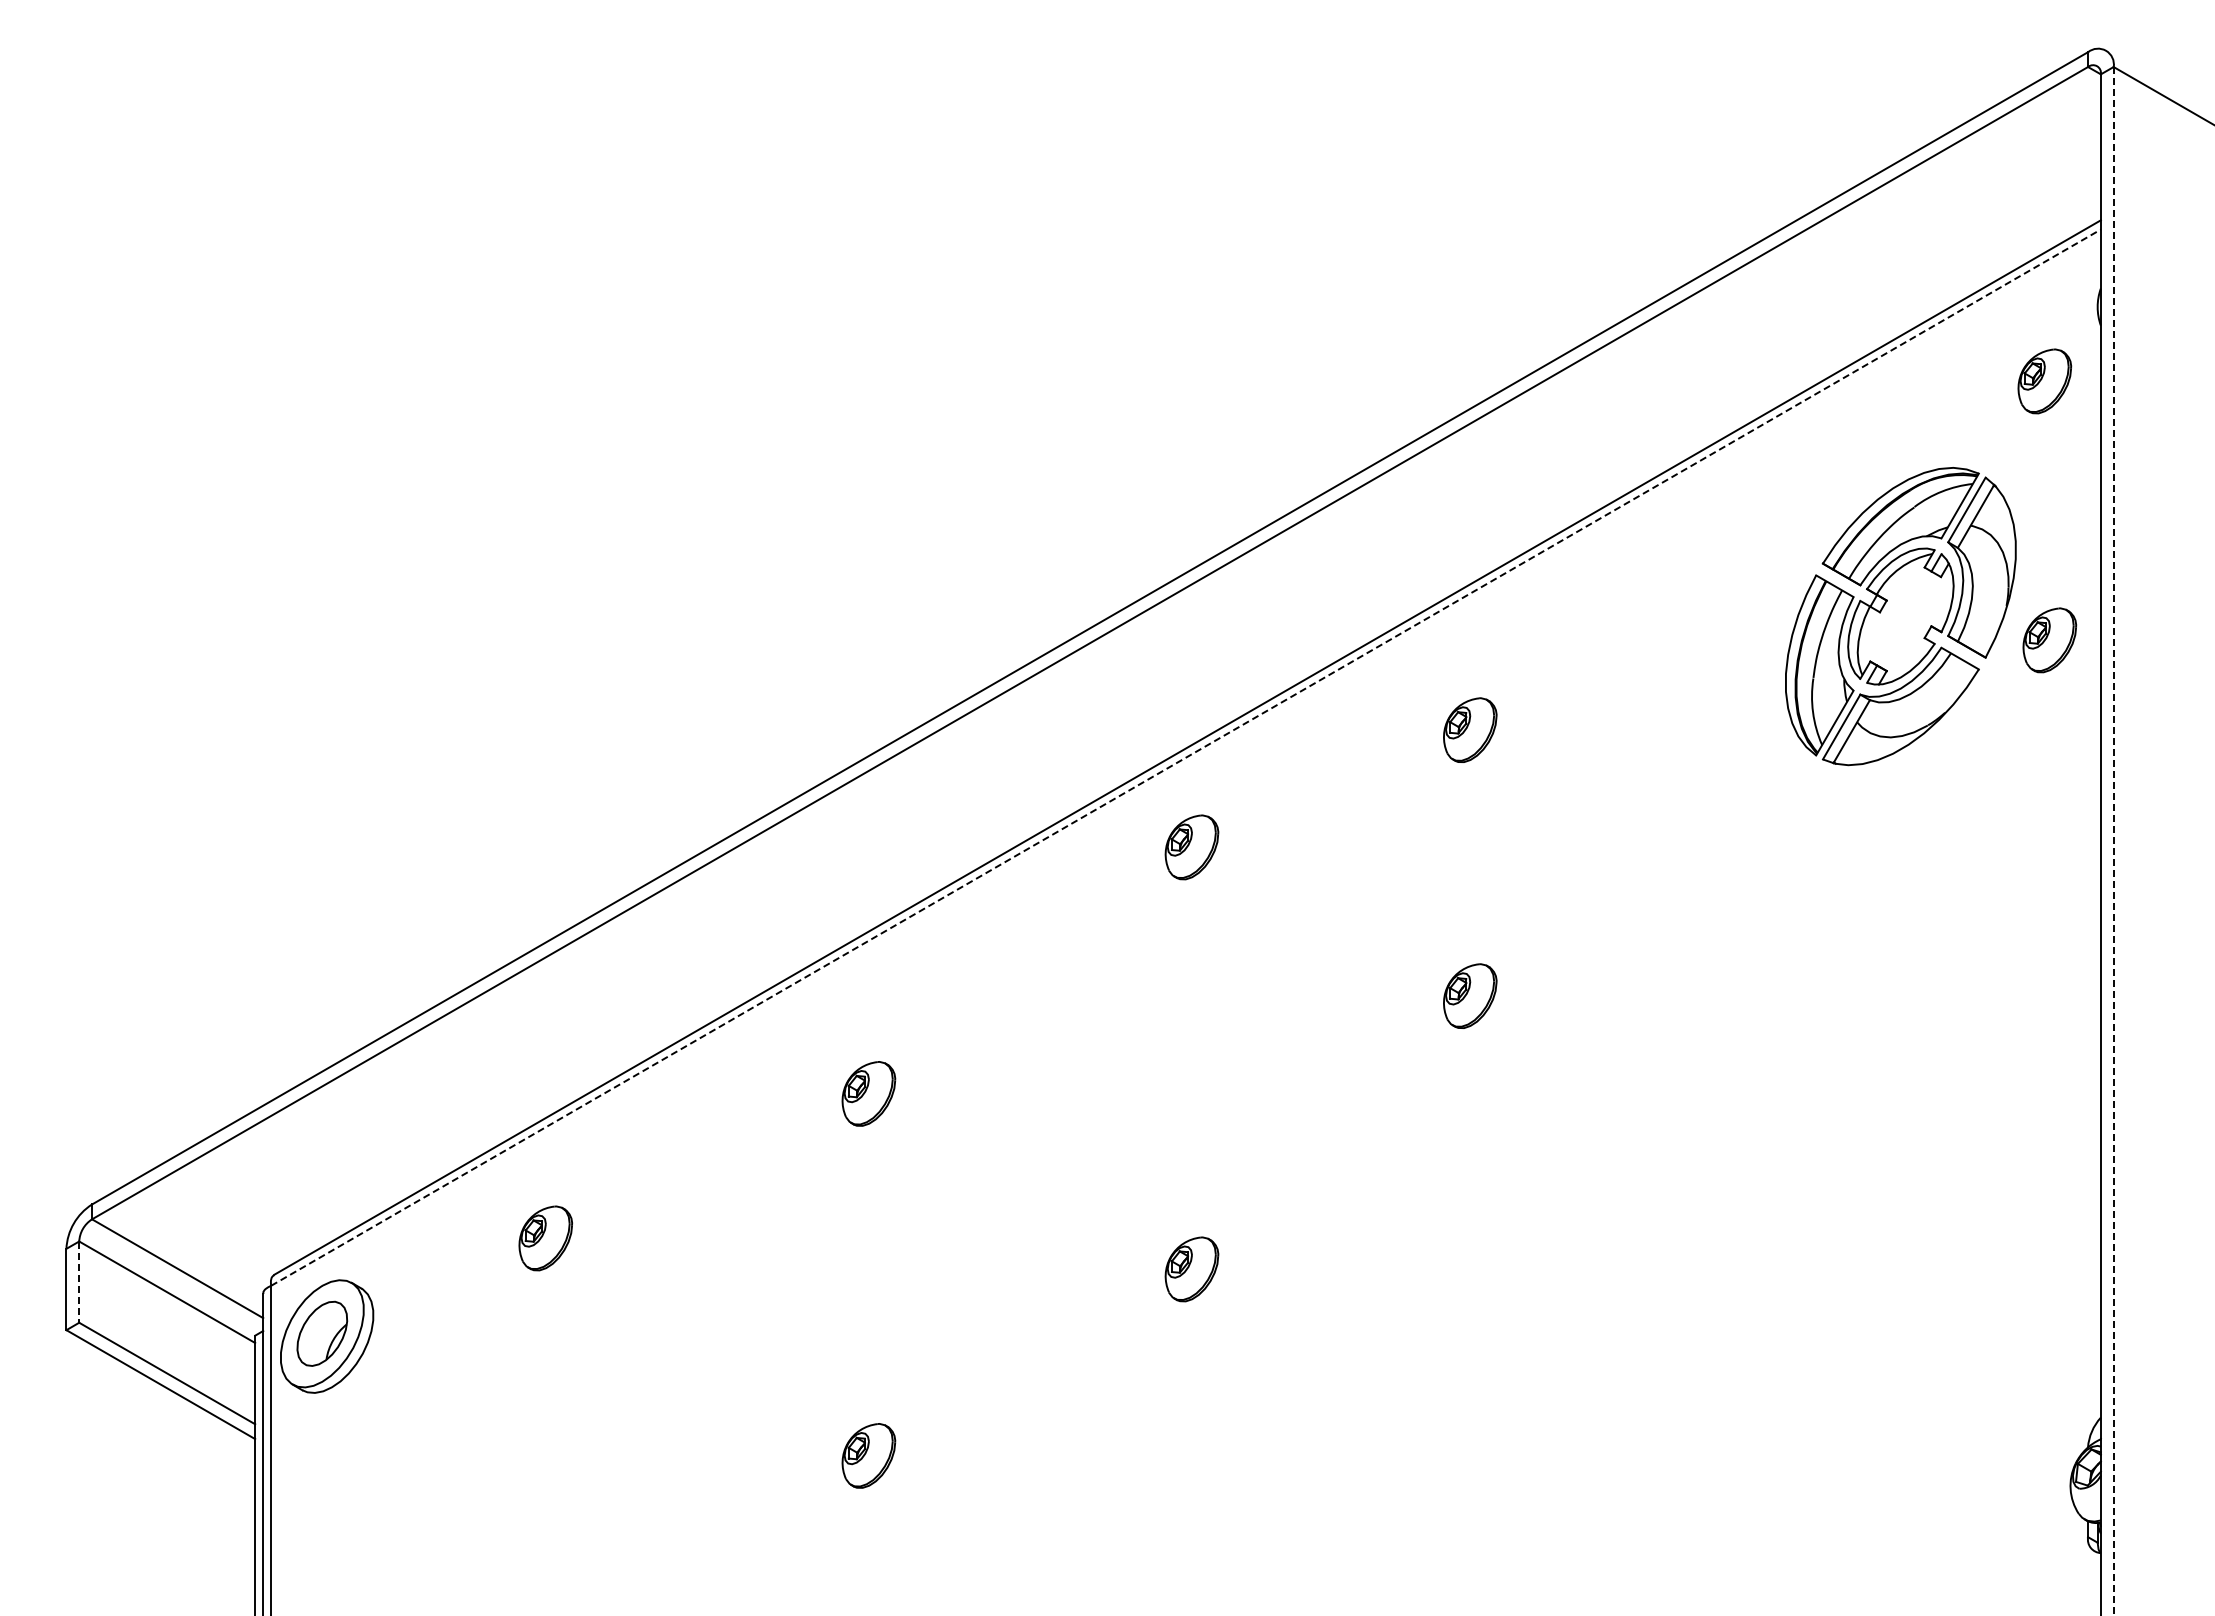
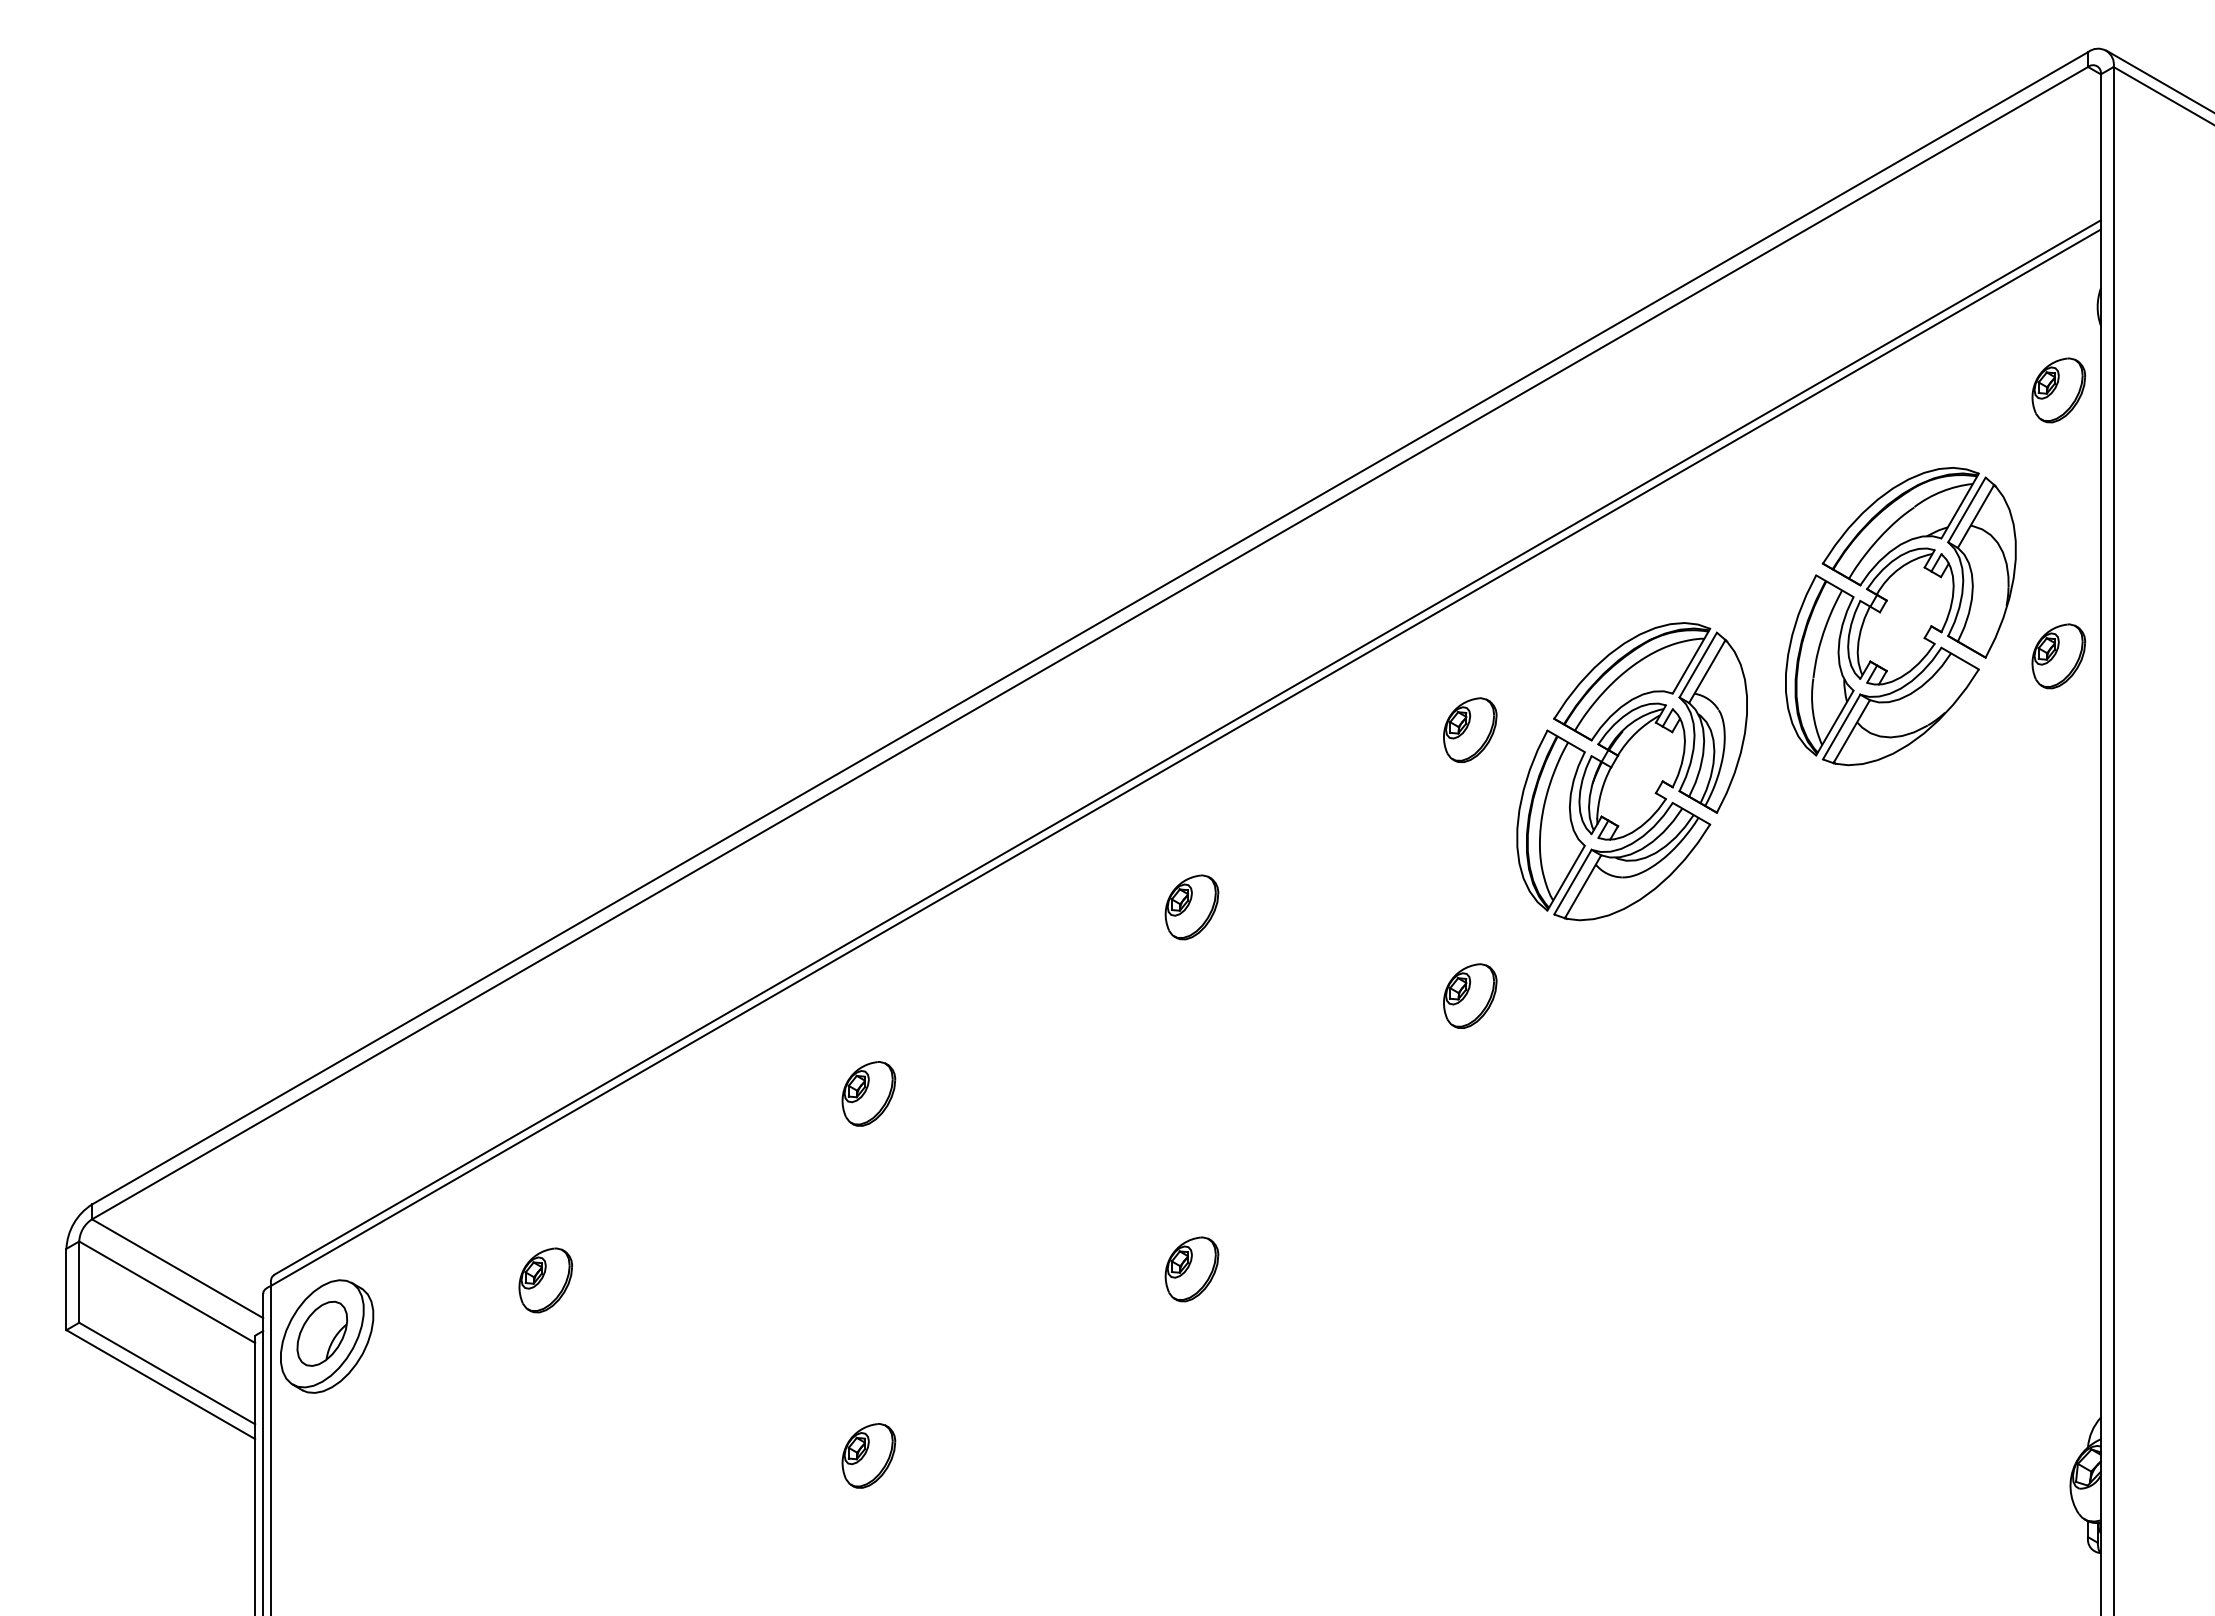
line at (2158, 80): none -> present
part at (2044, 381) position: (2044, 381) -> (2058, 390)
part at (2049, 640) position: (2049, 640) -> (2058, 656)
line at (1186, 757): dashed -> solid
part at (1631, 771): none -> present
line at (2113, 841): dashed -> solid
part at (1191, 847) position: (1191, 847) -> (1191, 907)
part at (545, 1238) position: (545, 1238) -> (545, 1280)
line at (79, 1282): dashed -> solid
